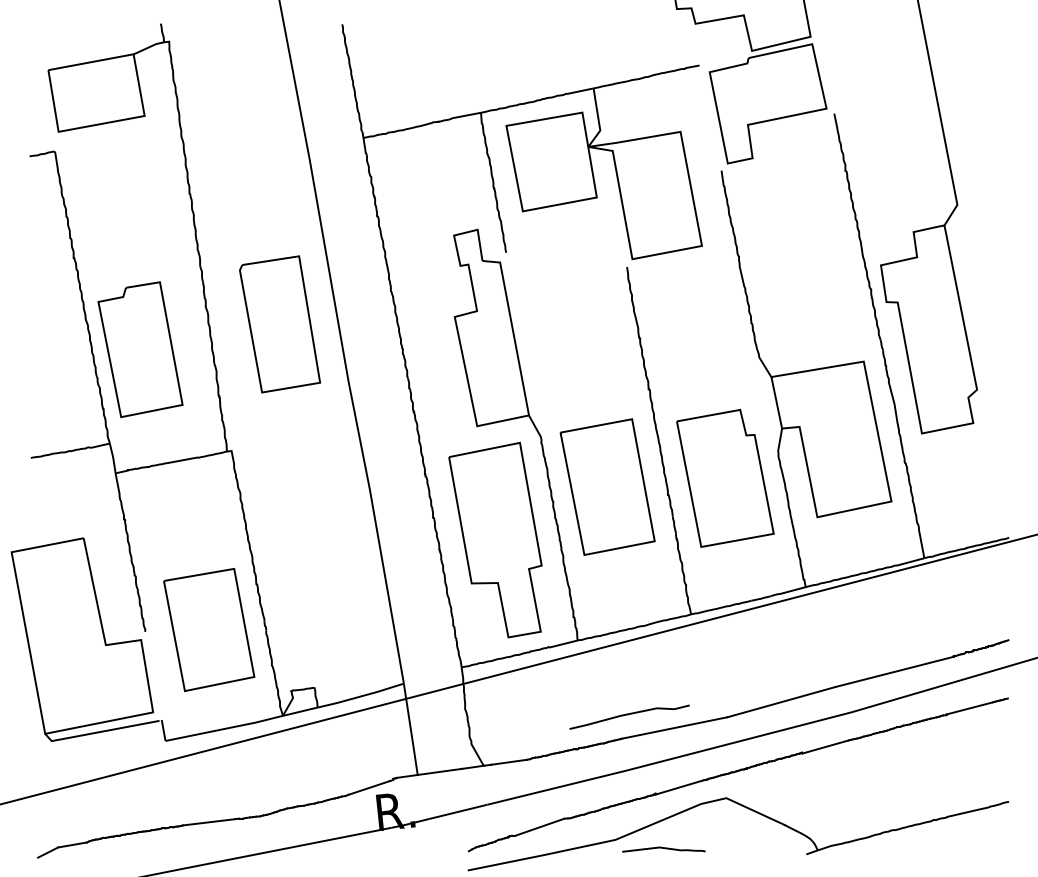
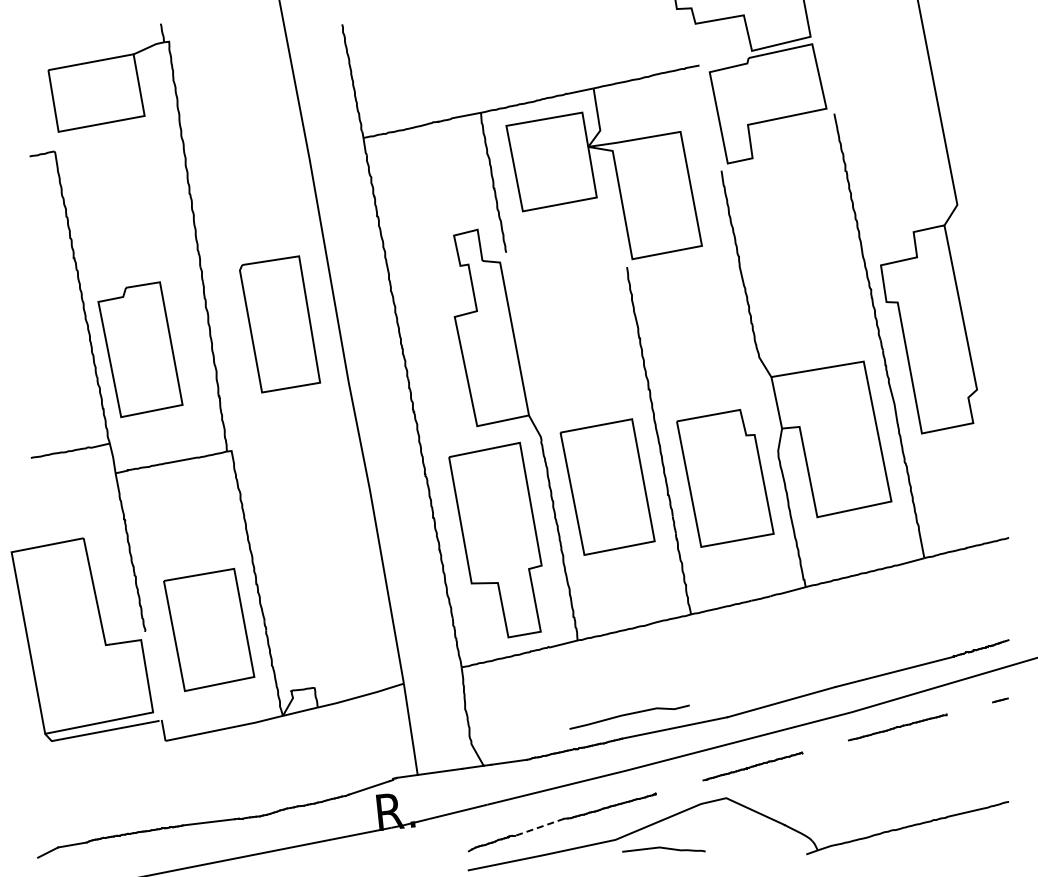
line at (518, 669): present -> none
line at (969, 708): present -> none
line at (825, 746): present -> none
line at (679, 787): present -> none
line at (539, 827): solid -> dashed
